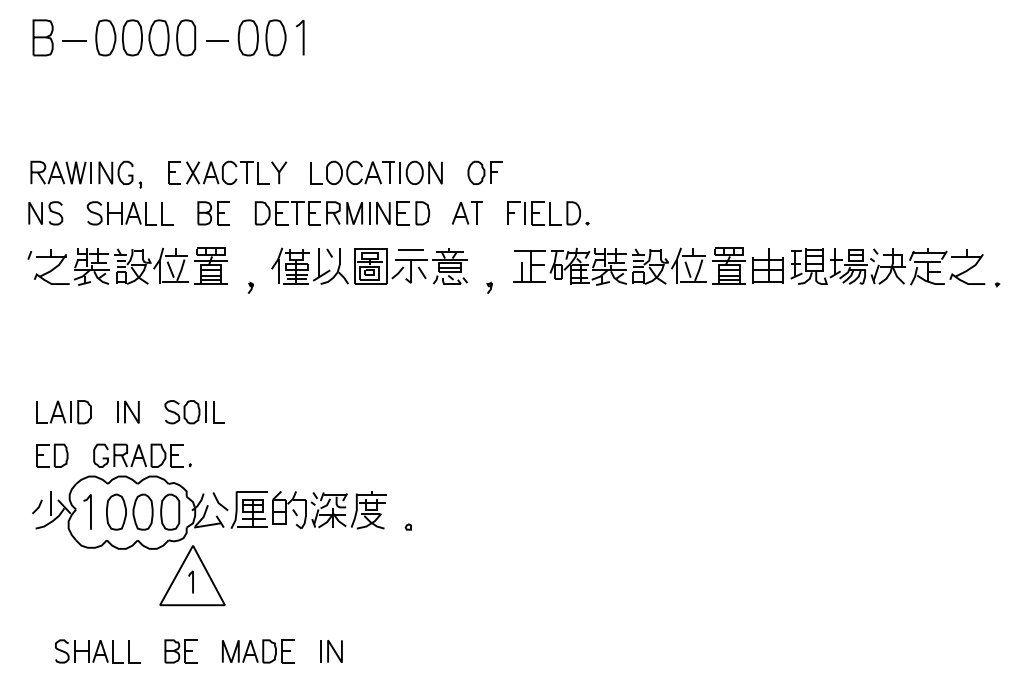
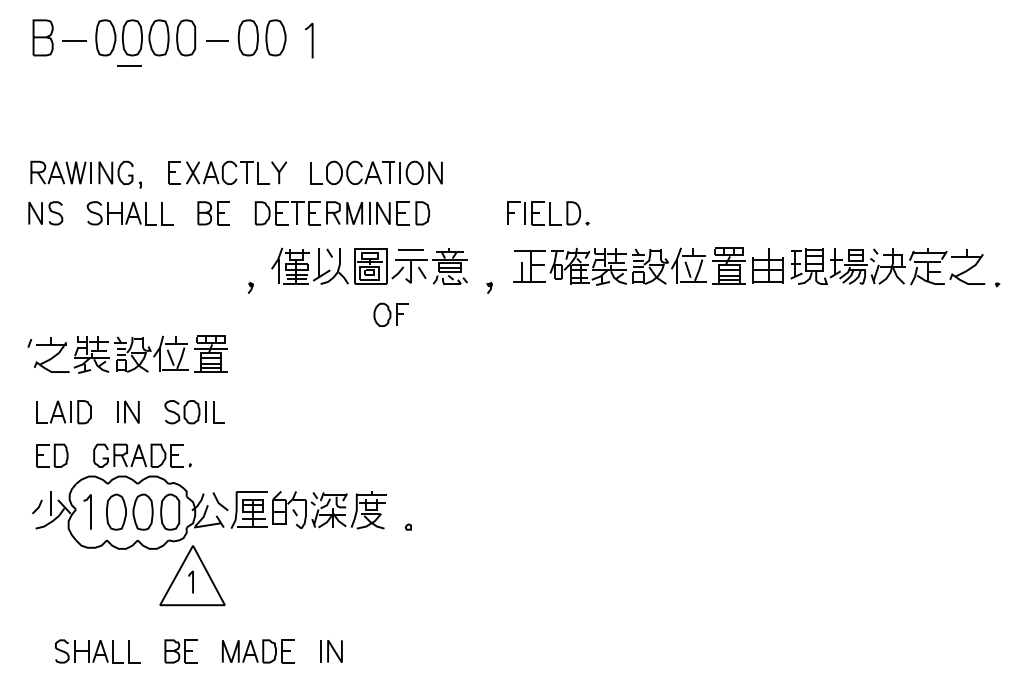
line at (302, 37) position: (302, 37) -> (311, 40)
line at (129, 65): none -> present
part at (484, 172) position: (484, 172) -> (390, 314)
part at (467, 212): present -> none
part at (127, 266) position: (127, 266) -> (127, 354)
